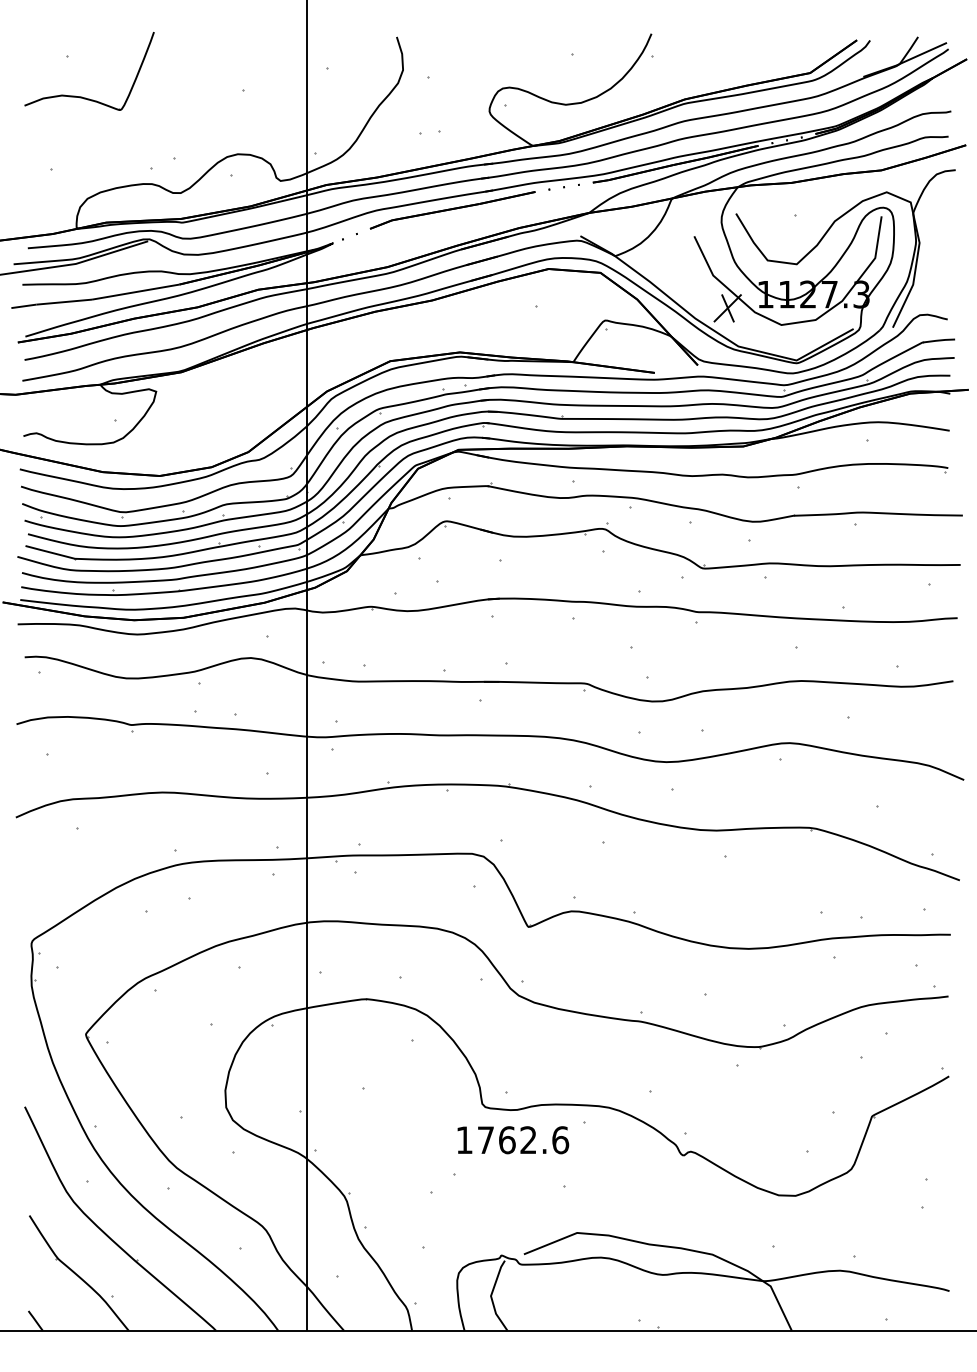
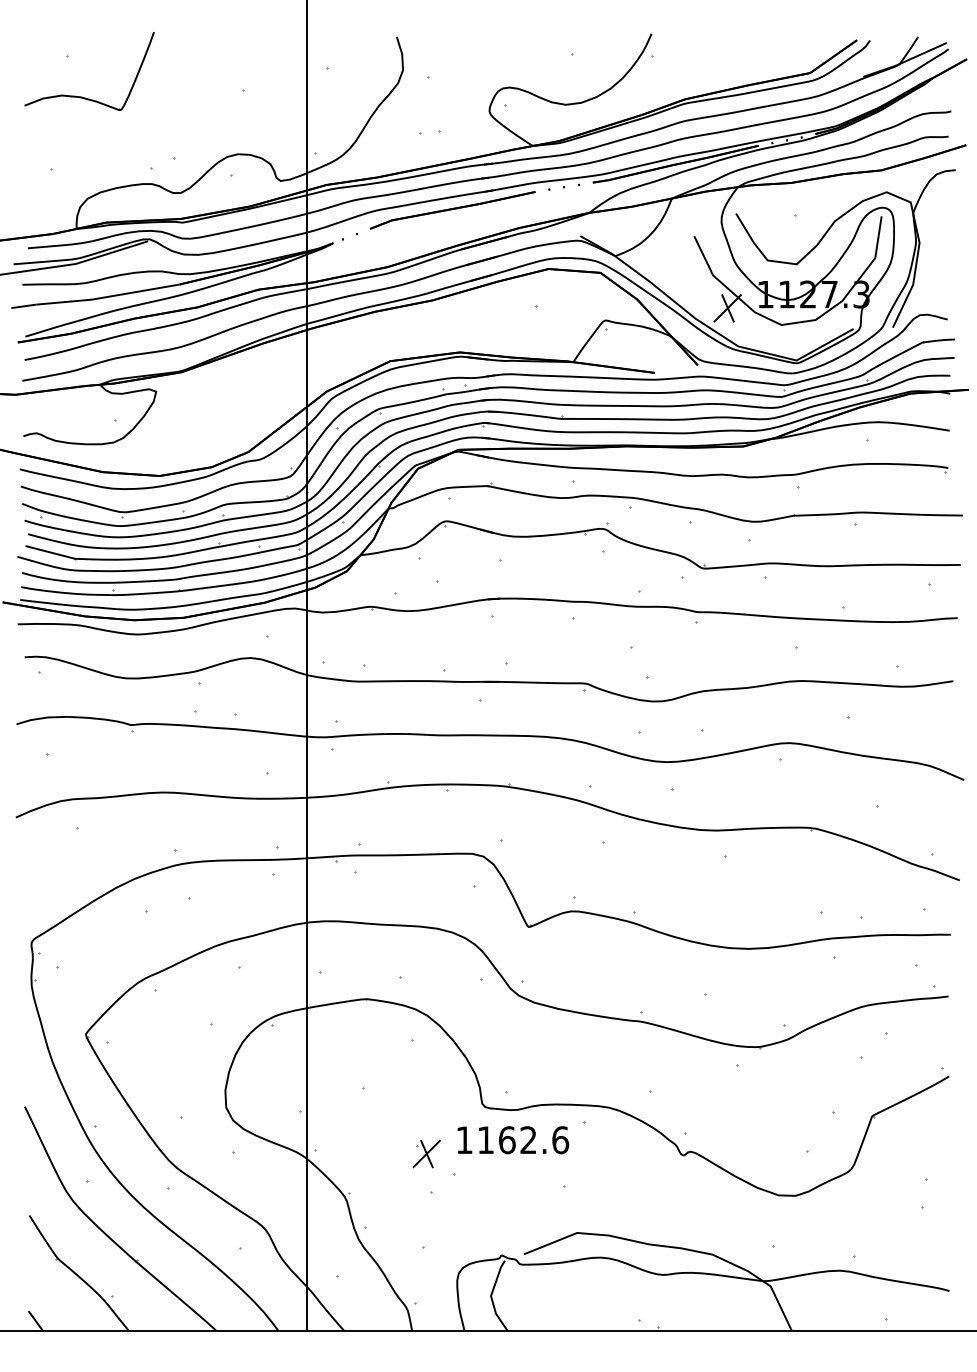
text at (485, 1139): 1762.6 -> 1162.6
part at (426, 1153): none -> present
